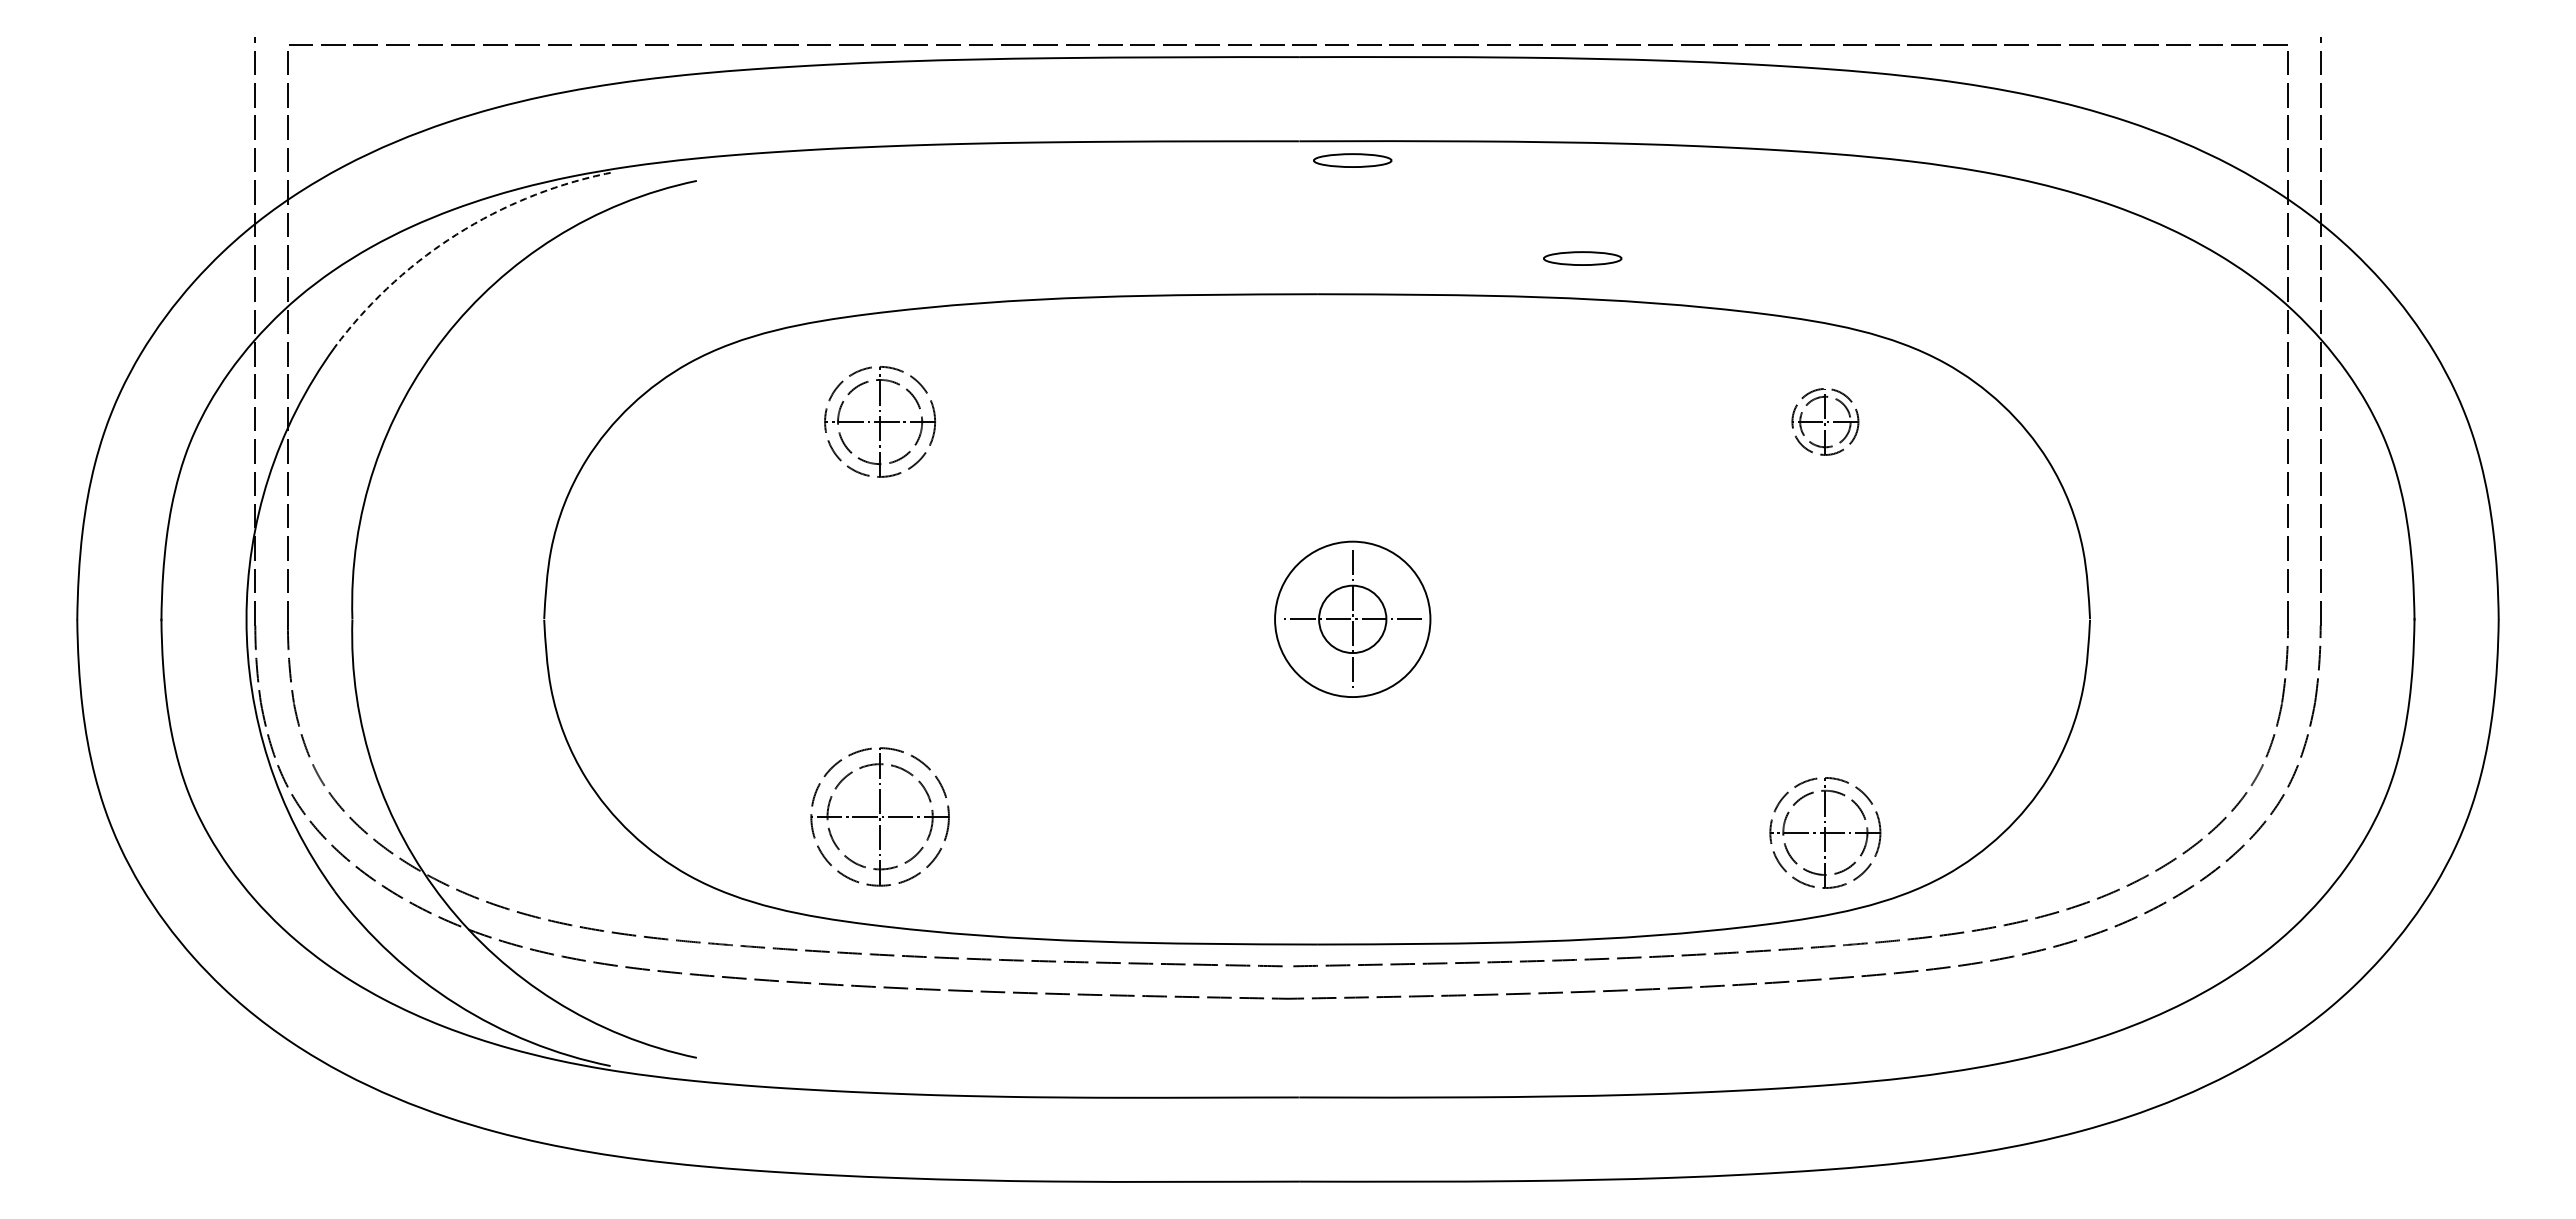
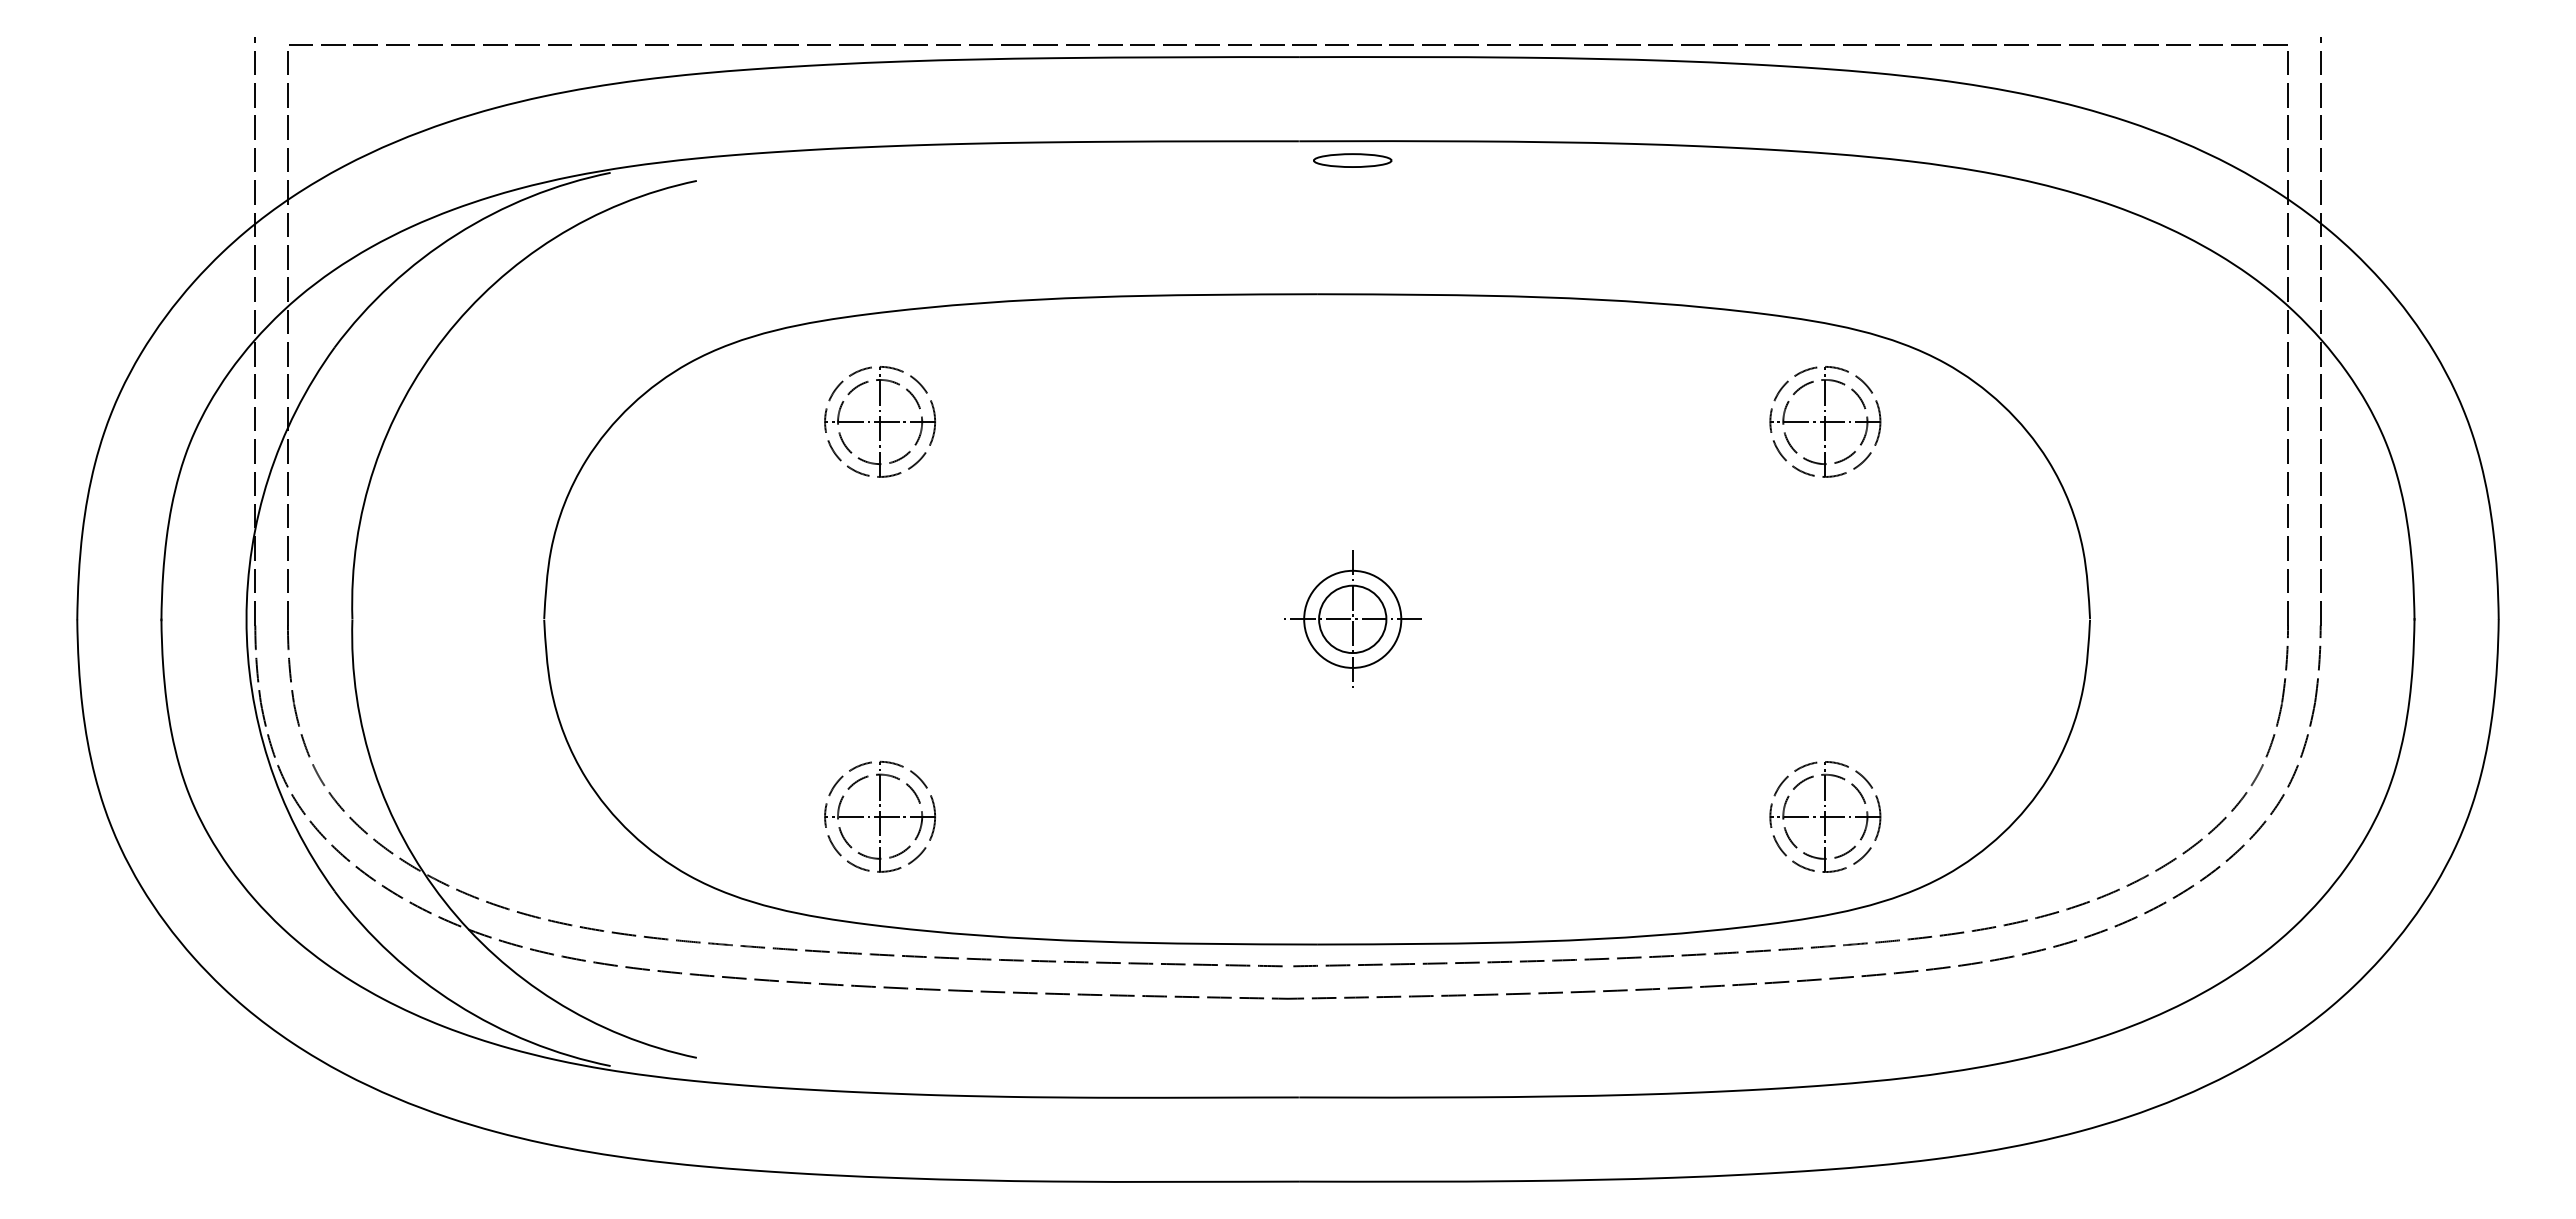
arc at (456, 234): dashed -> solid
part at (1582, 258): present -> none
part at (1825, 421) size: 69x68 px -> 113x112 px
circle at (1352, 619) diameter: 155 px -> 97 px
part at (879, 816) size: 140x140 px -> 112x113 px
part at (1825, 832) position: (1825, 832) -> (1825, 816)
